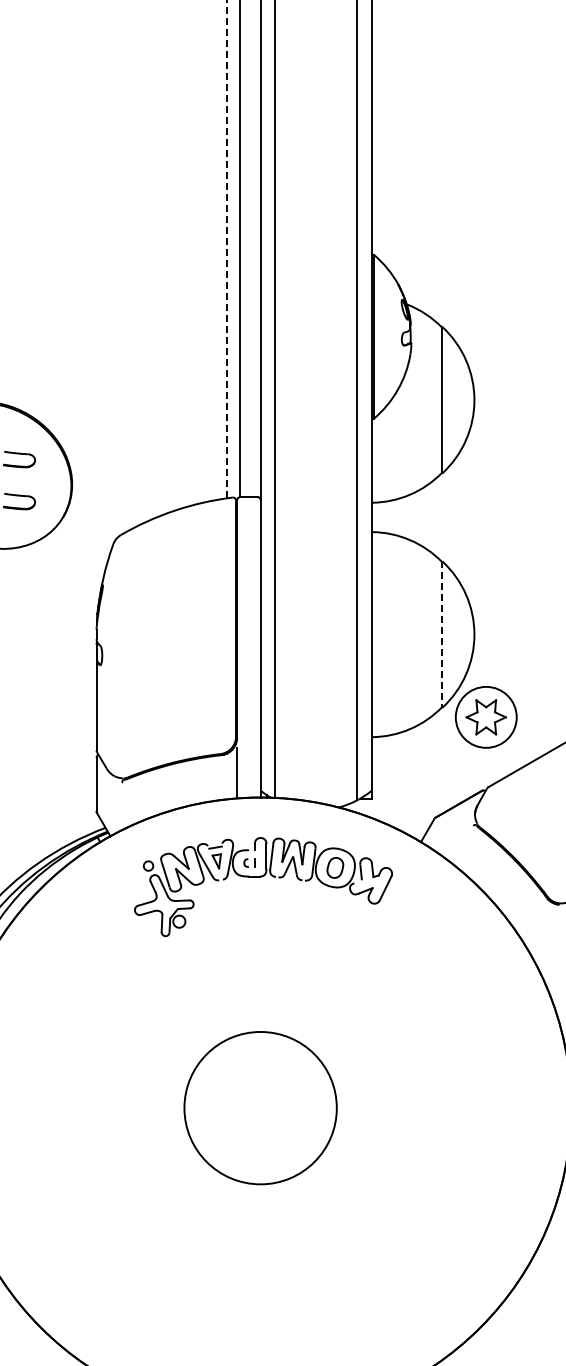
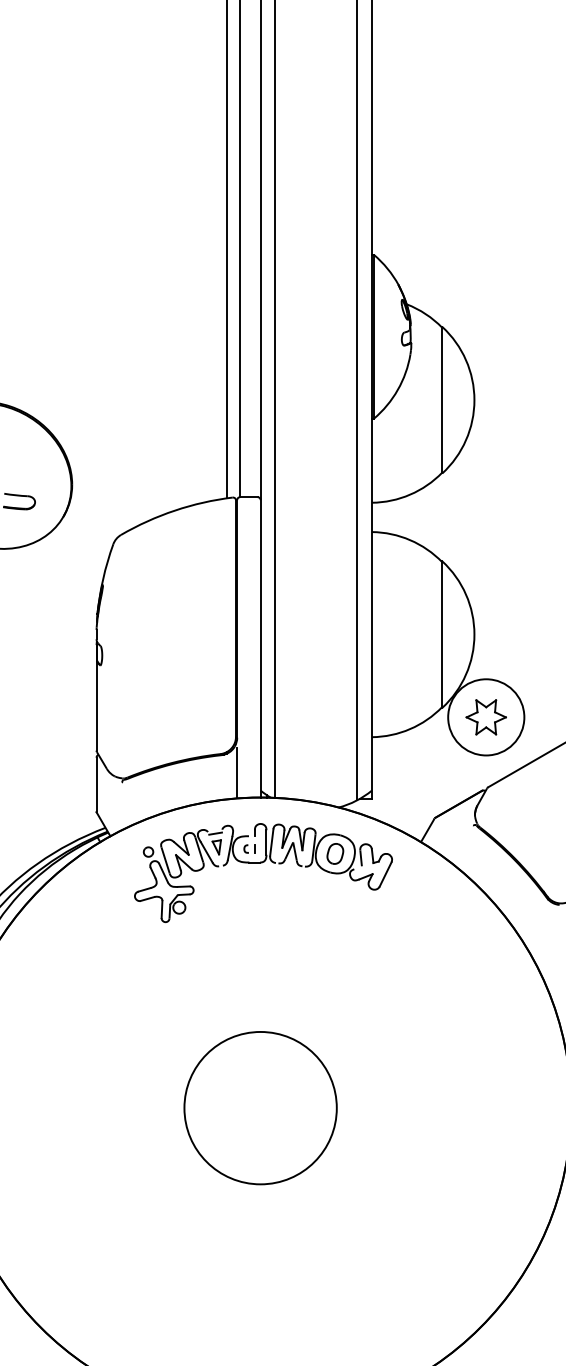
line at (226, 249): dashed -> solid
part at (19, 459): present -> none
line at (442, 635): dashed -> solid
circle at (485, 716) diameter: 61 px -> 76 px
part at (262, 877) position: (262, 877) -> (262, 863)
